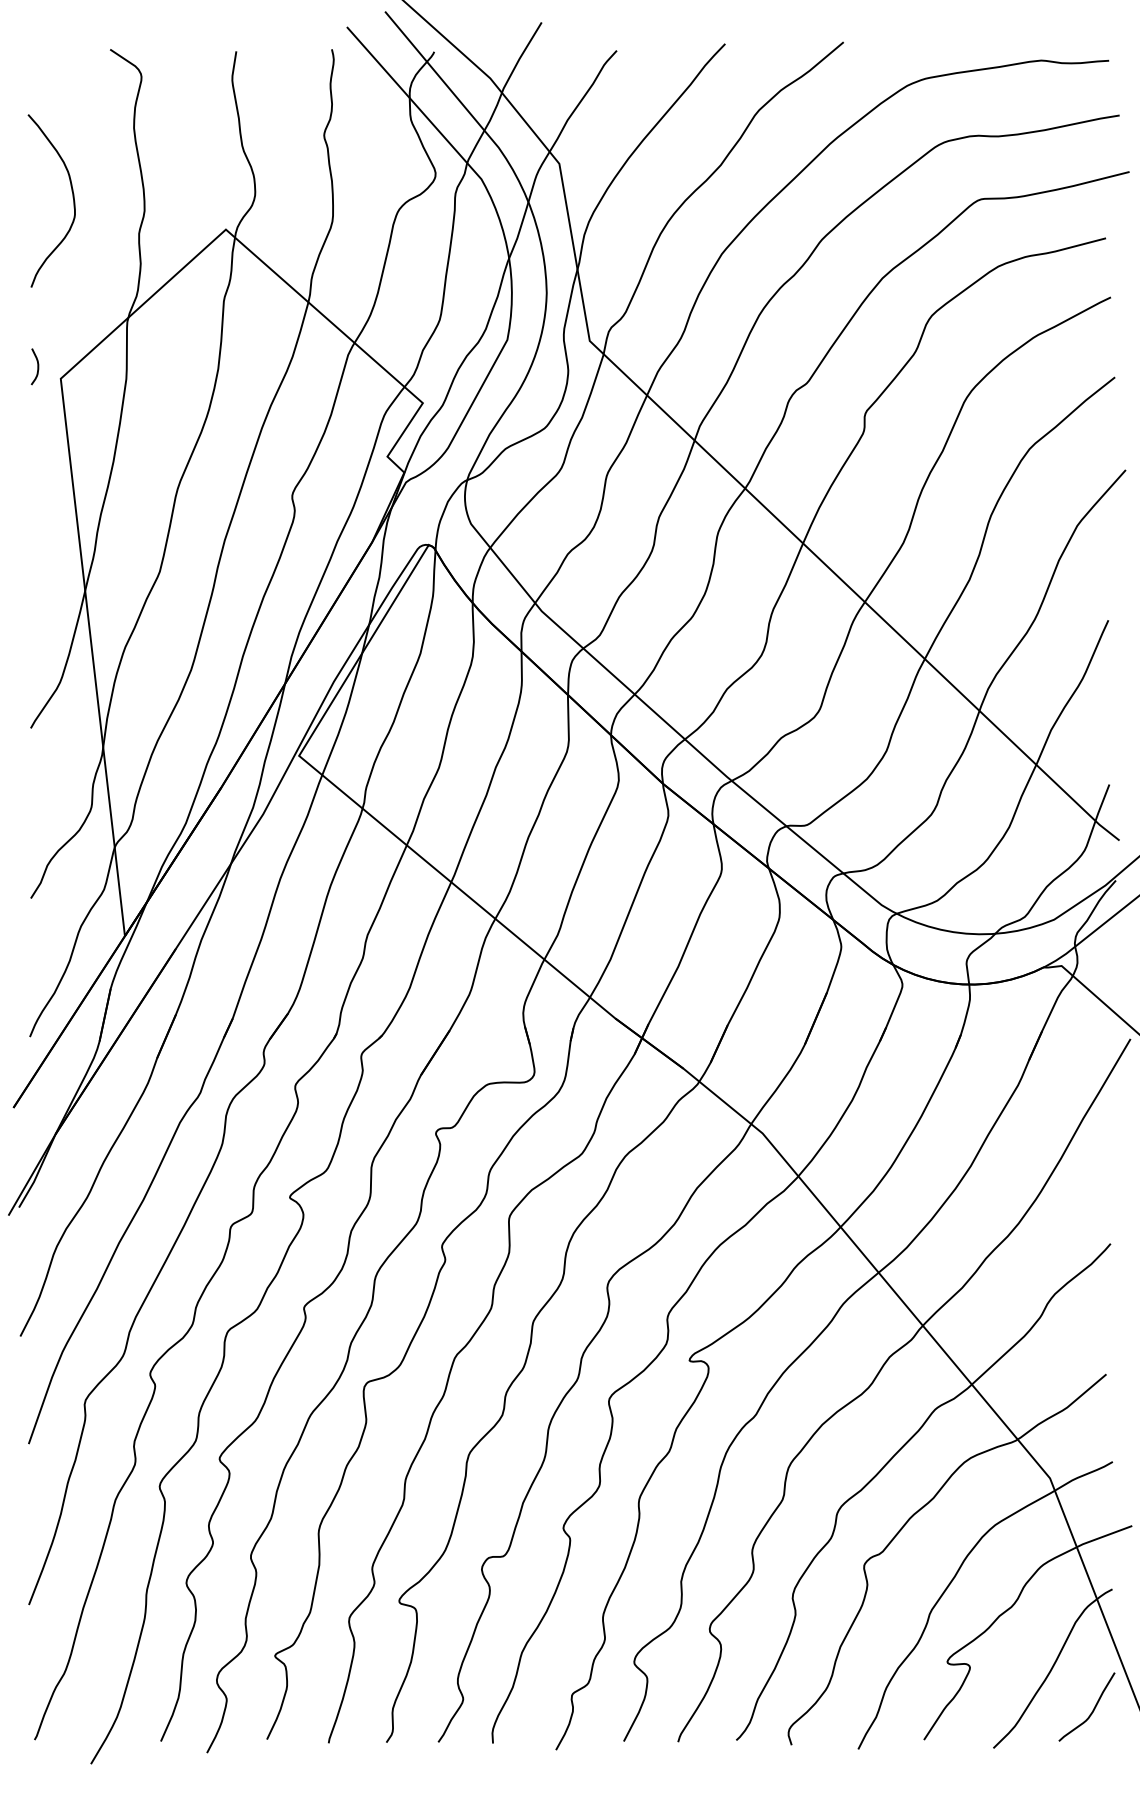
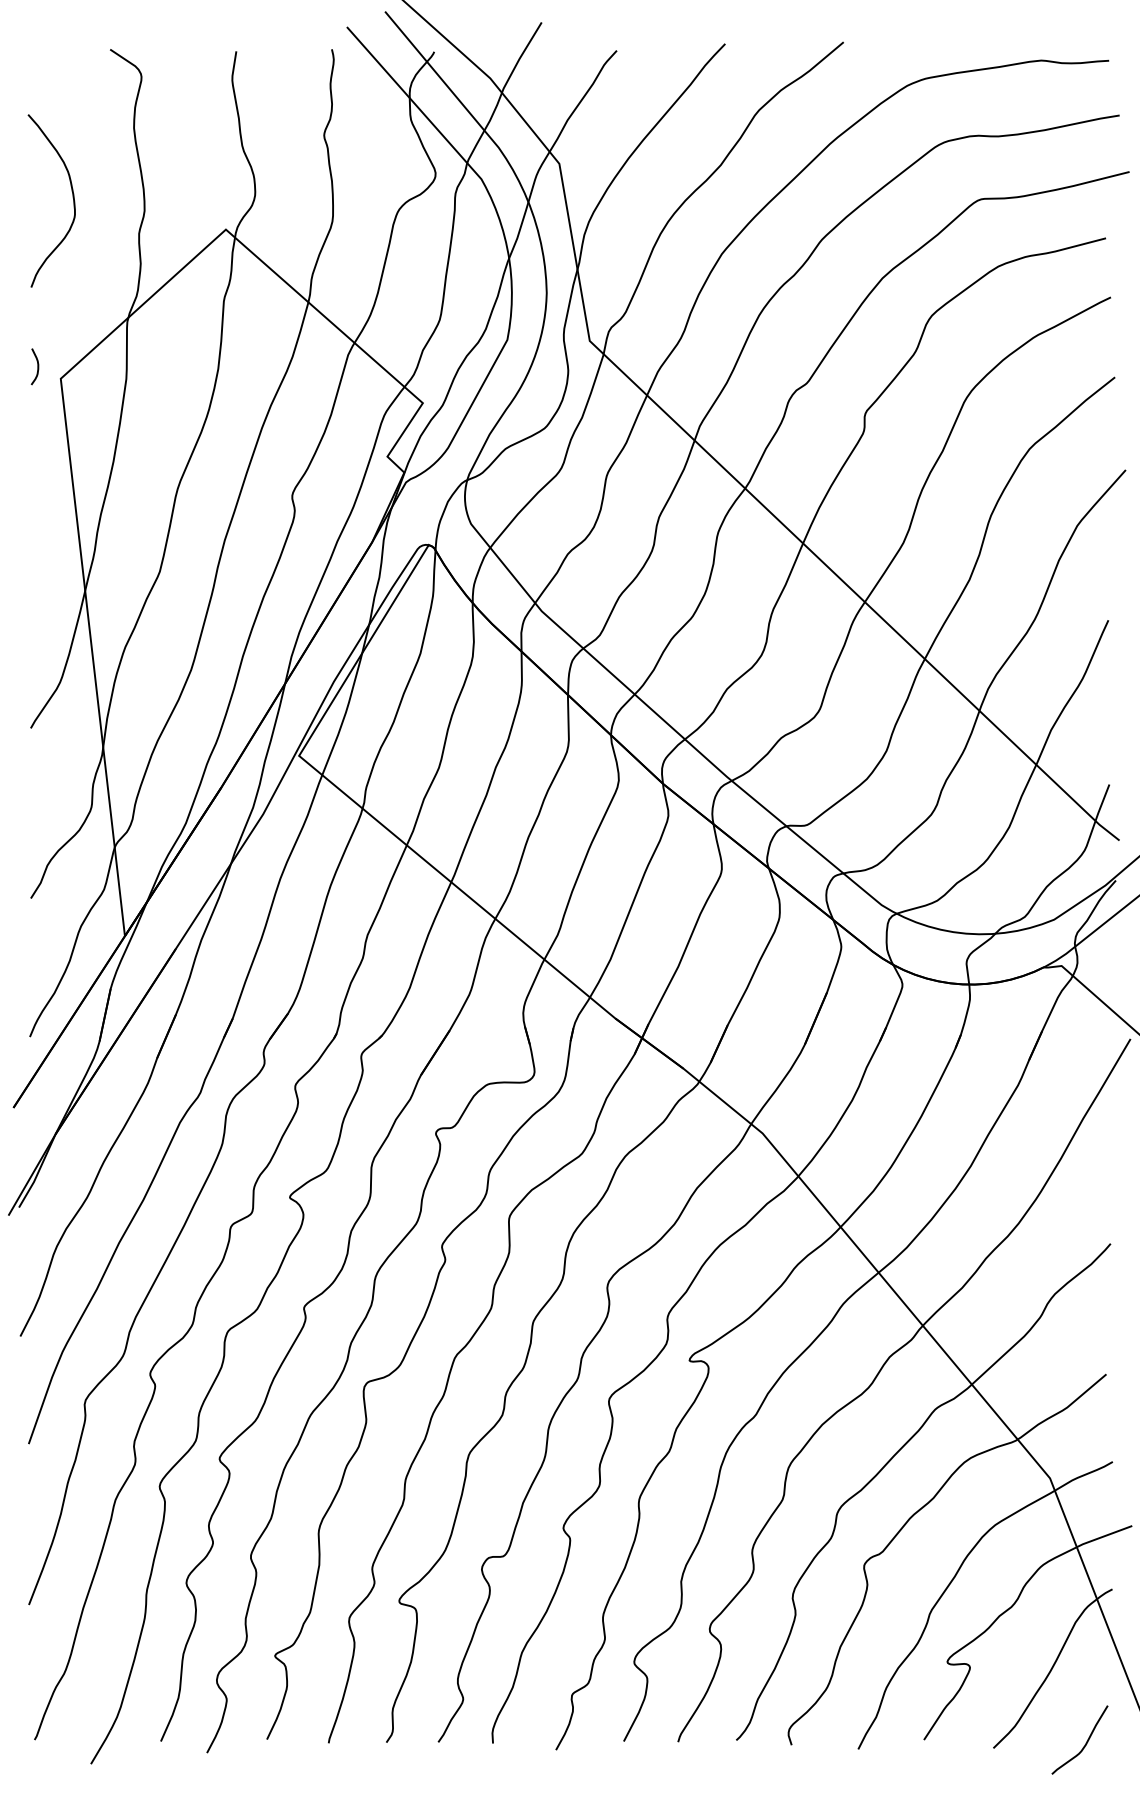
curve at (1091, 1711) position: (1091, 1711) -> (1084, 1744)
